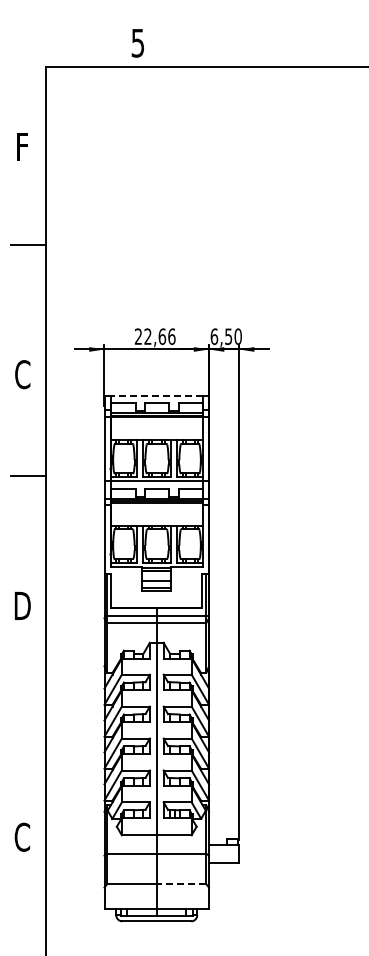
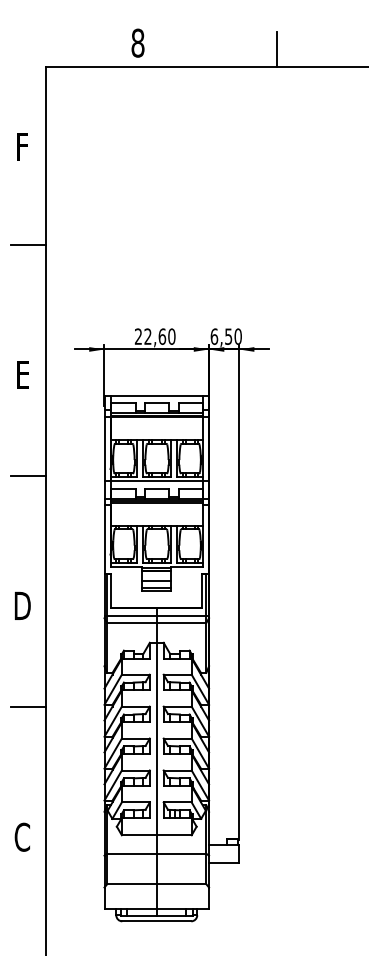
text at (137, 42): 5 -> 8
line at (277, 48): none -> present
text at (171, 336): 22,66 -> 22,60
text at (22, 374): C -> E
line at (156, 395): dashed -> solid
line at (28, 707): none -> present
line at (181, 884): dashed -> solid
